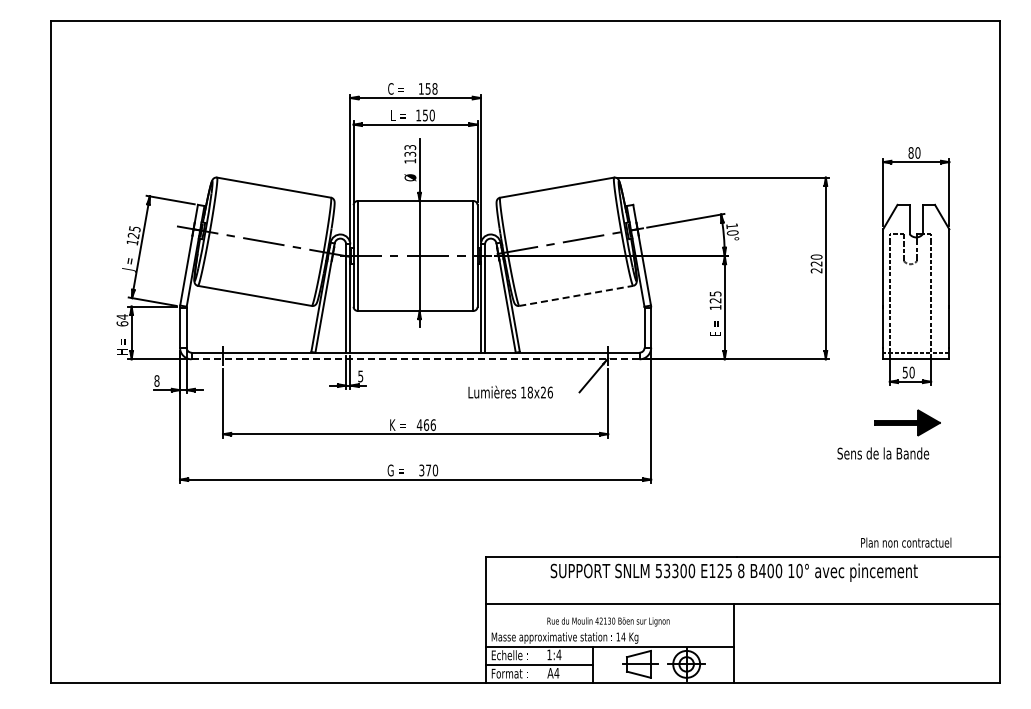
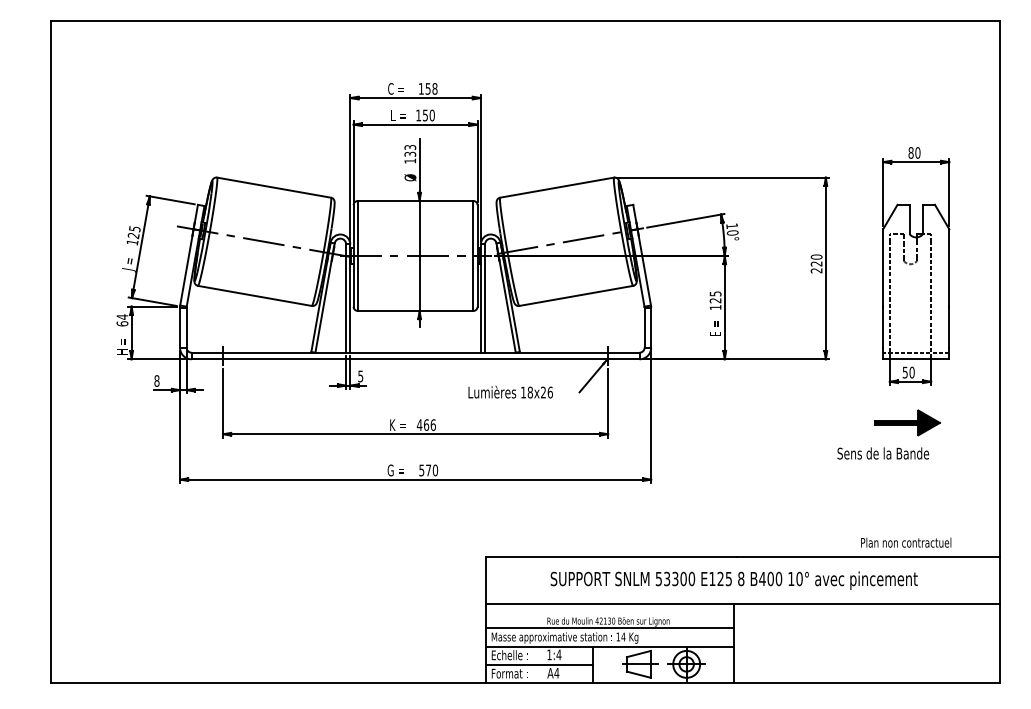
line at (576, 295): dashed -> solid
line at (416, 359): dashed -> solid
text at (421, 469): 370 -> 570
text at (733, 572) position: (733, 572) -> (733, 580)
line at (609, 628): none -> present
